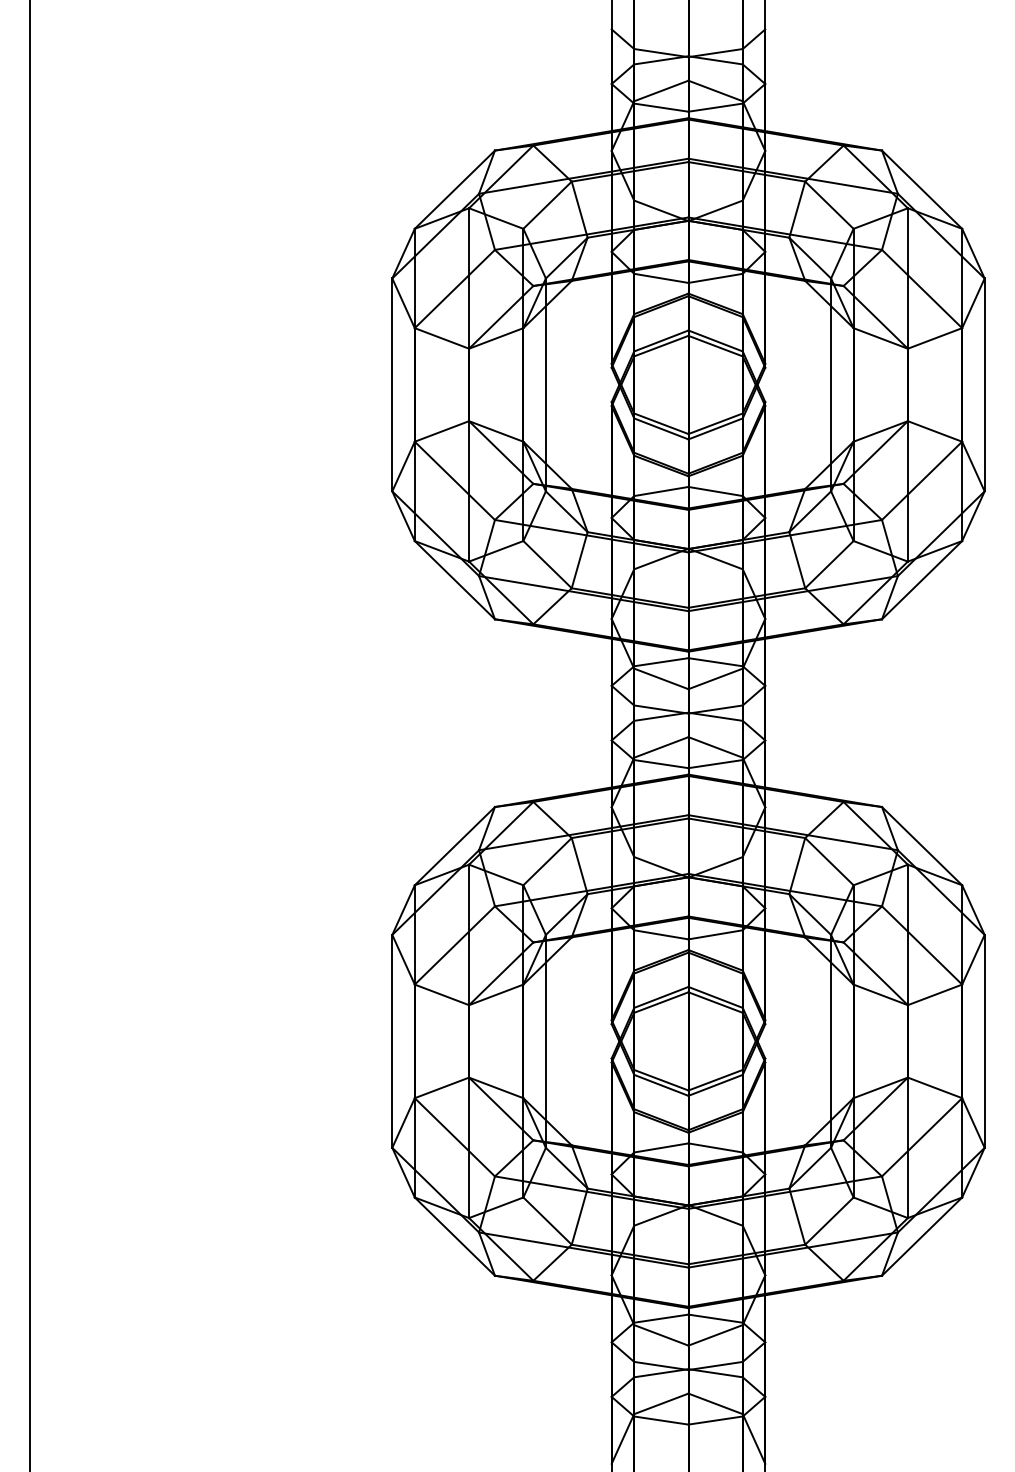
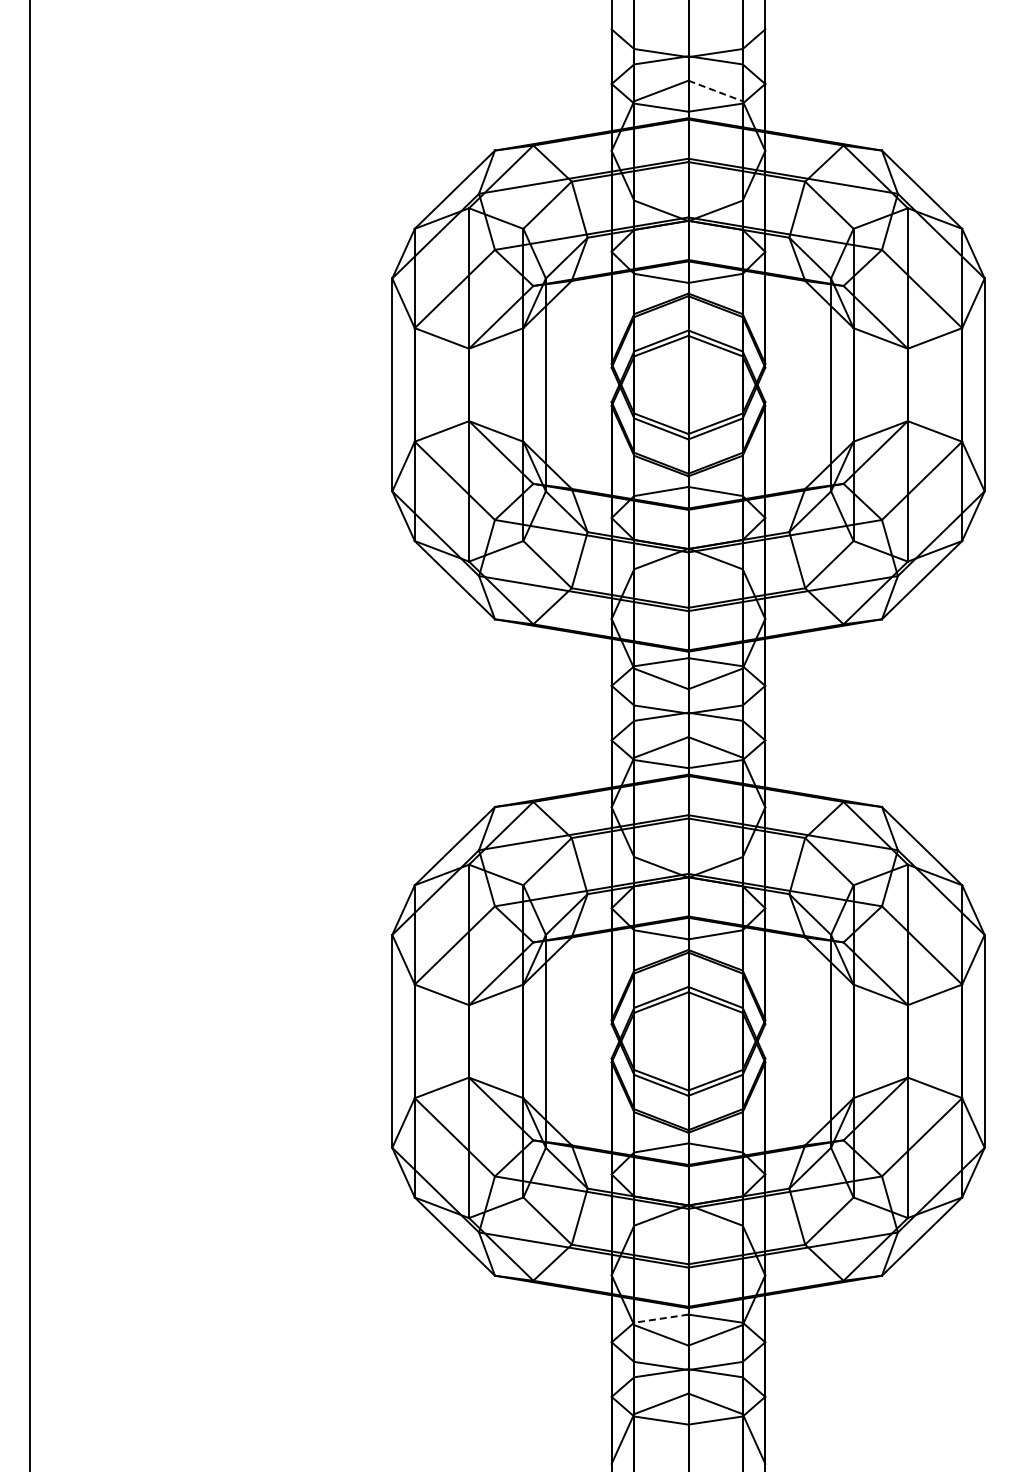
line at (716, 91): solid -> dashed
line at (660, 1318): solid -> dashed
